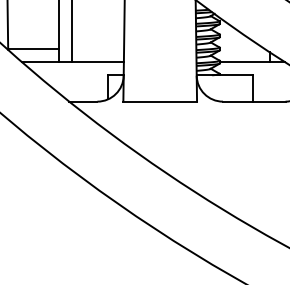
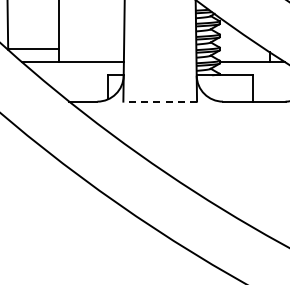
line at (72, 32): present -> none
line at (160, 101): solid -> dashed
